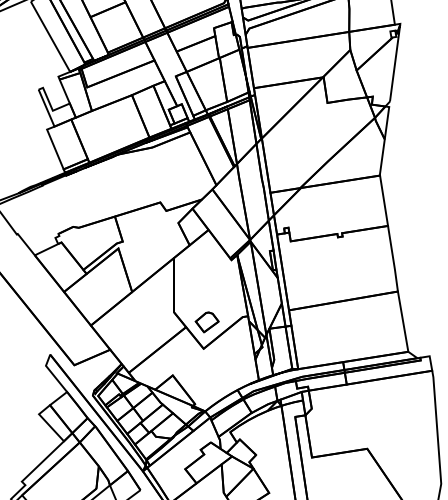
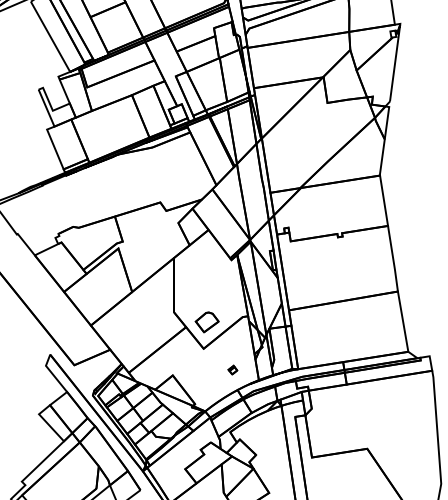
part at (232, 369): none -> present
